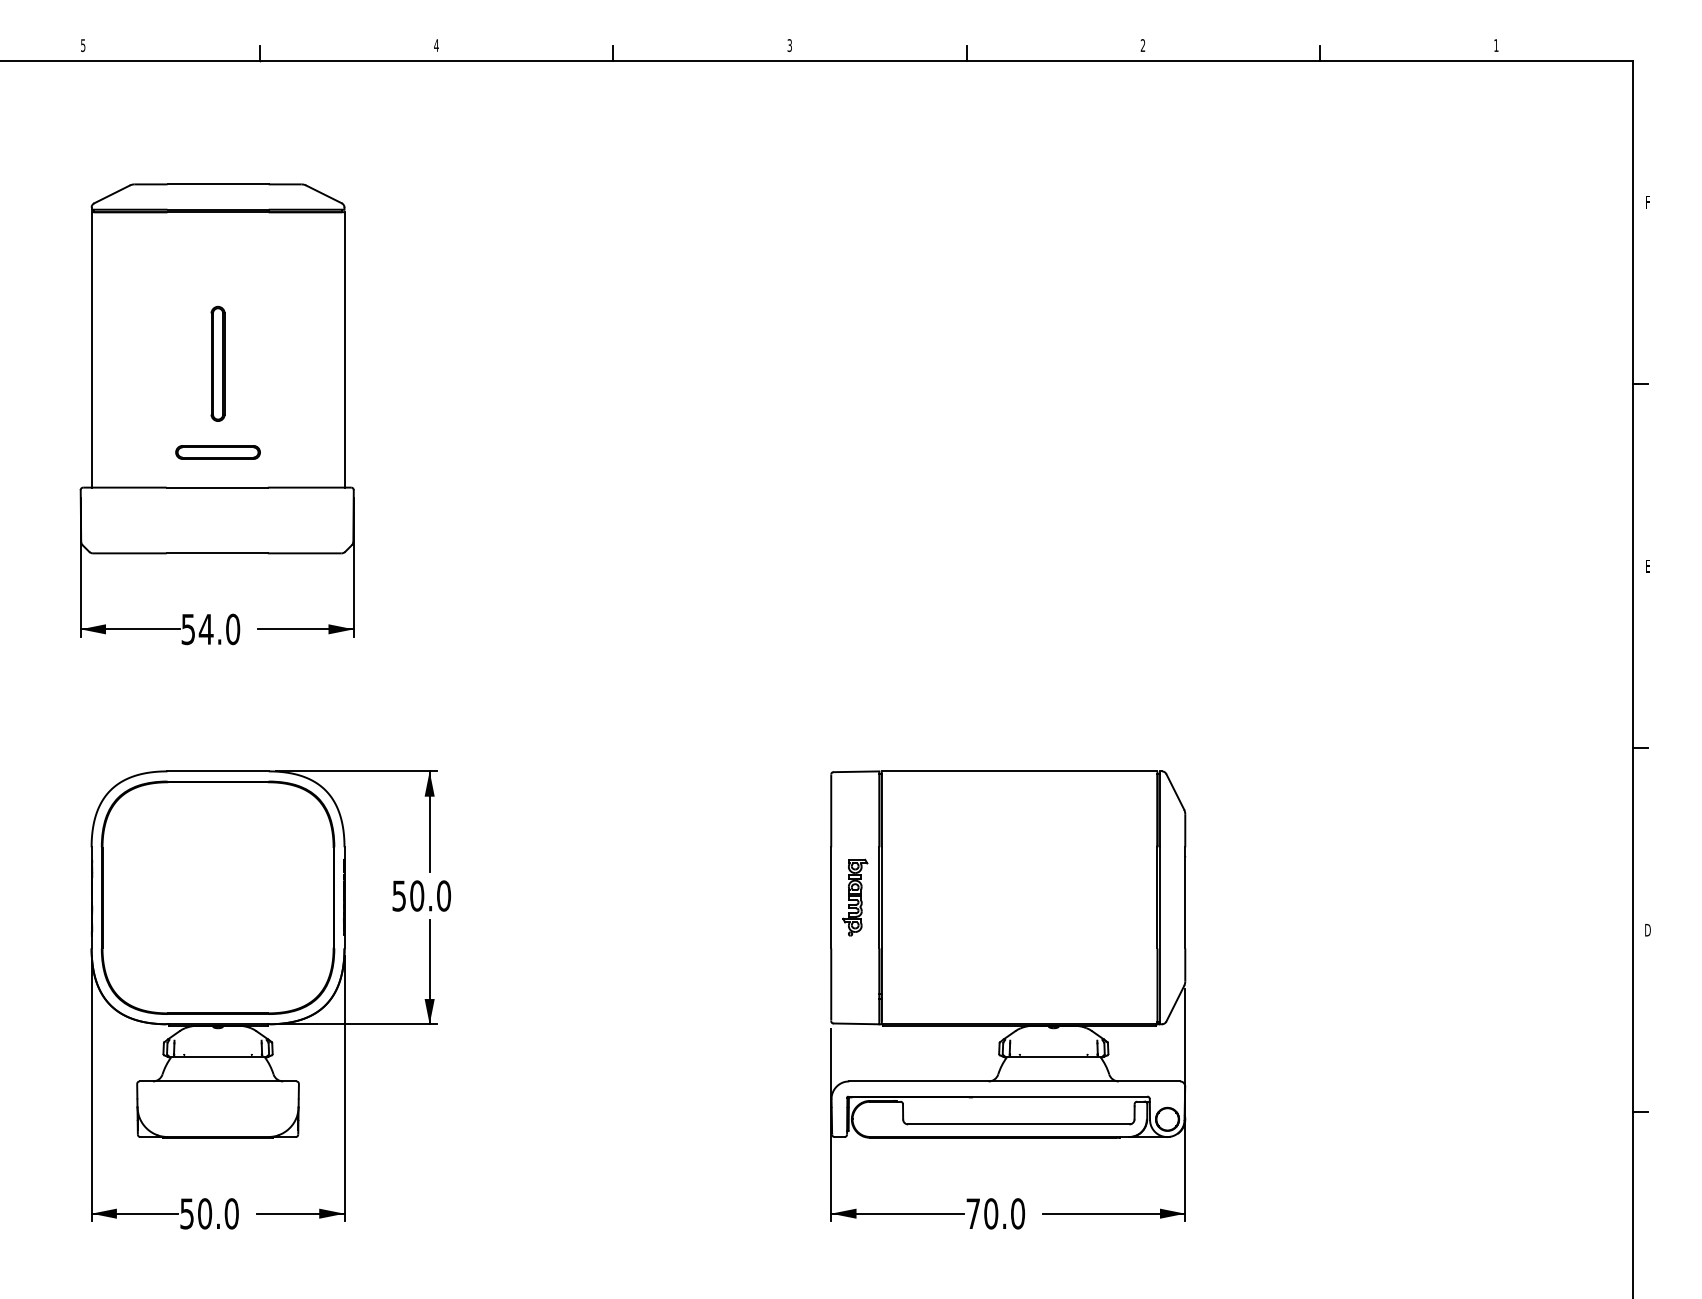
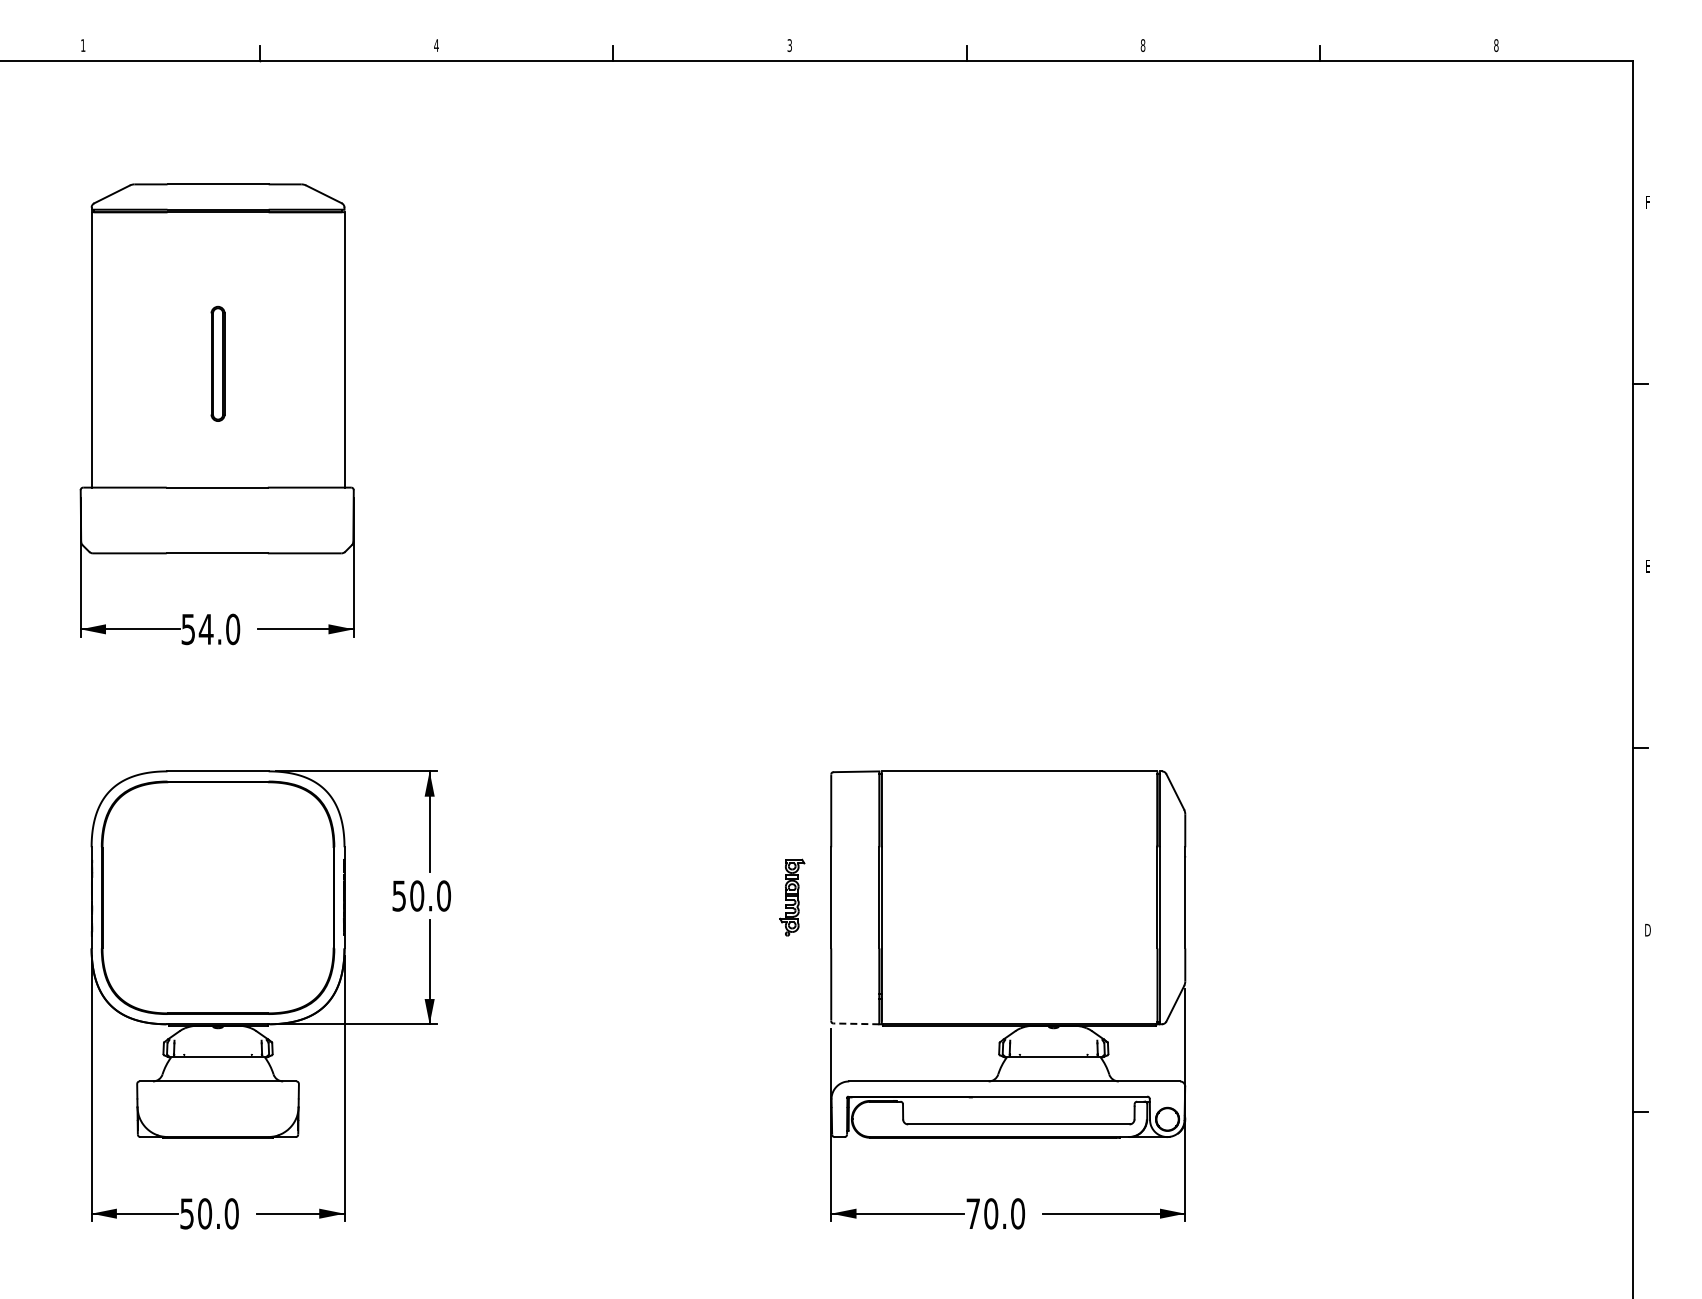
text at (83, 45): 5 -> 1
text at (1142, 45): 2 -> 8
text at (1496, 45): 1 -> 8
part at (217, 452): present -> none
part at (855, 897) position: (855, 897) -> (792, 897)
line at (856, 1023): solid -> dashed
